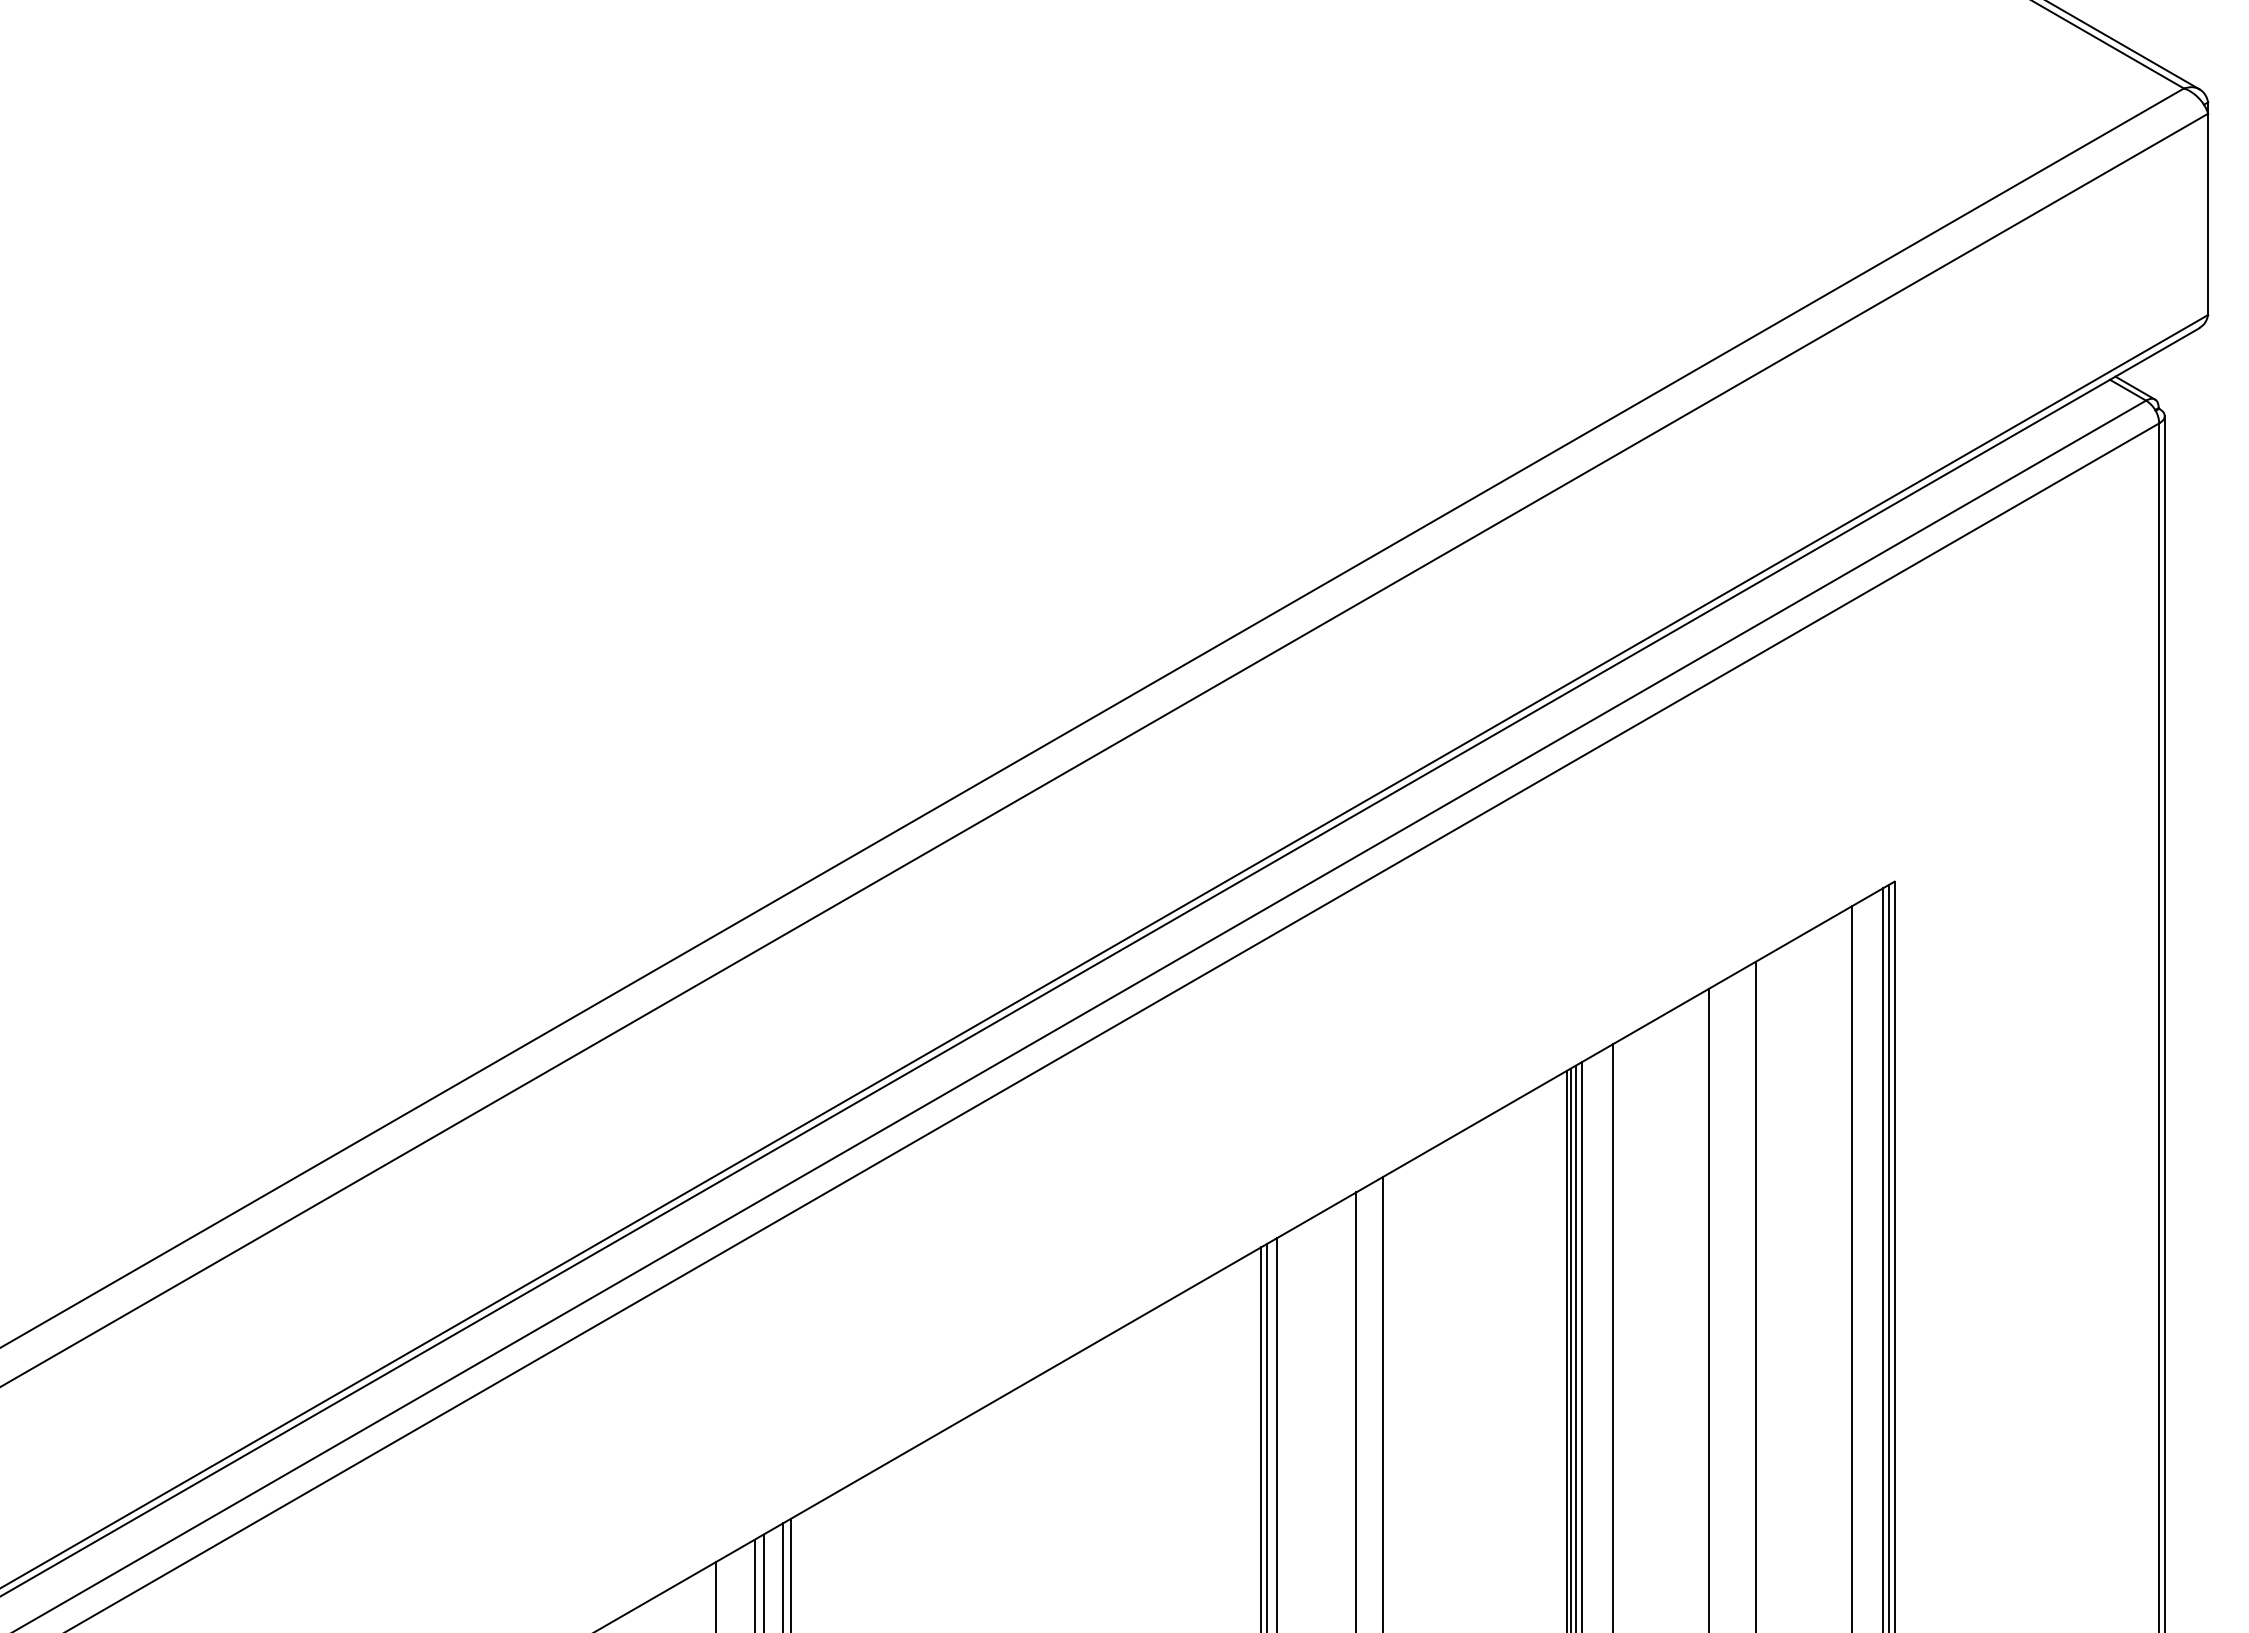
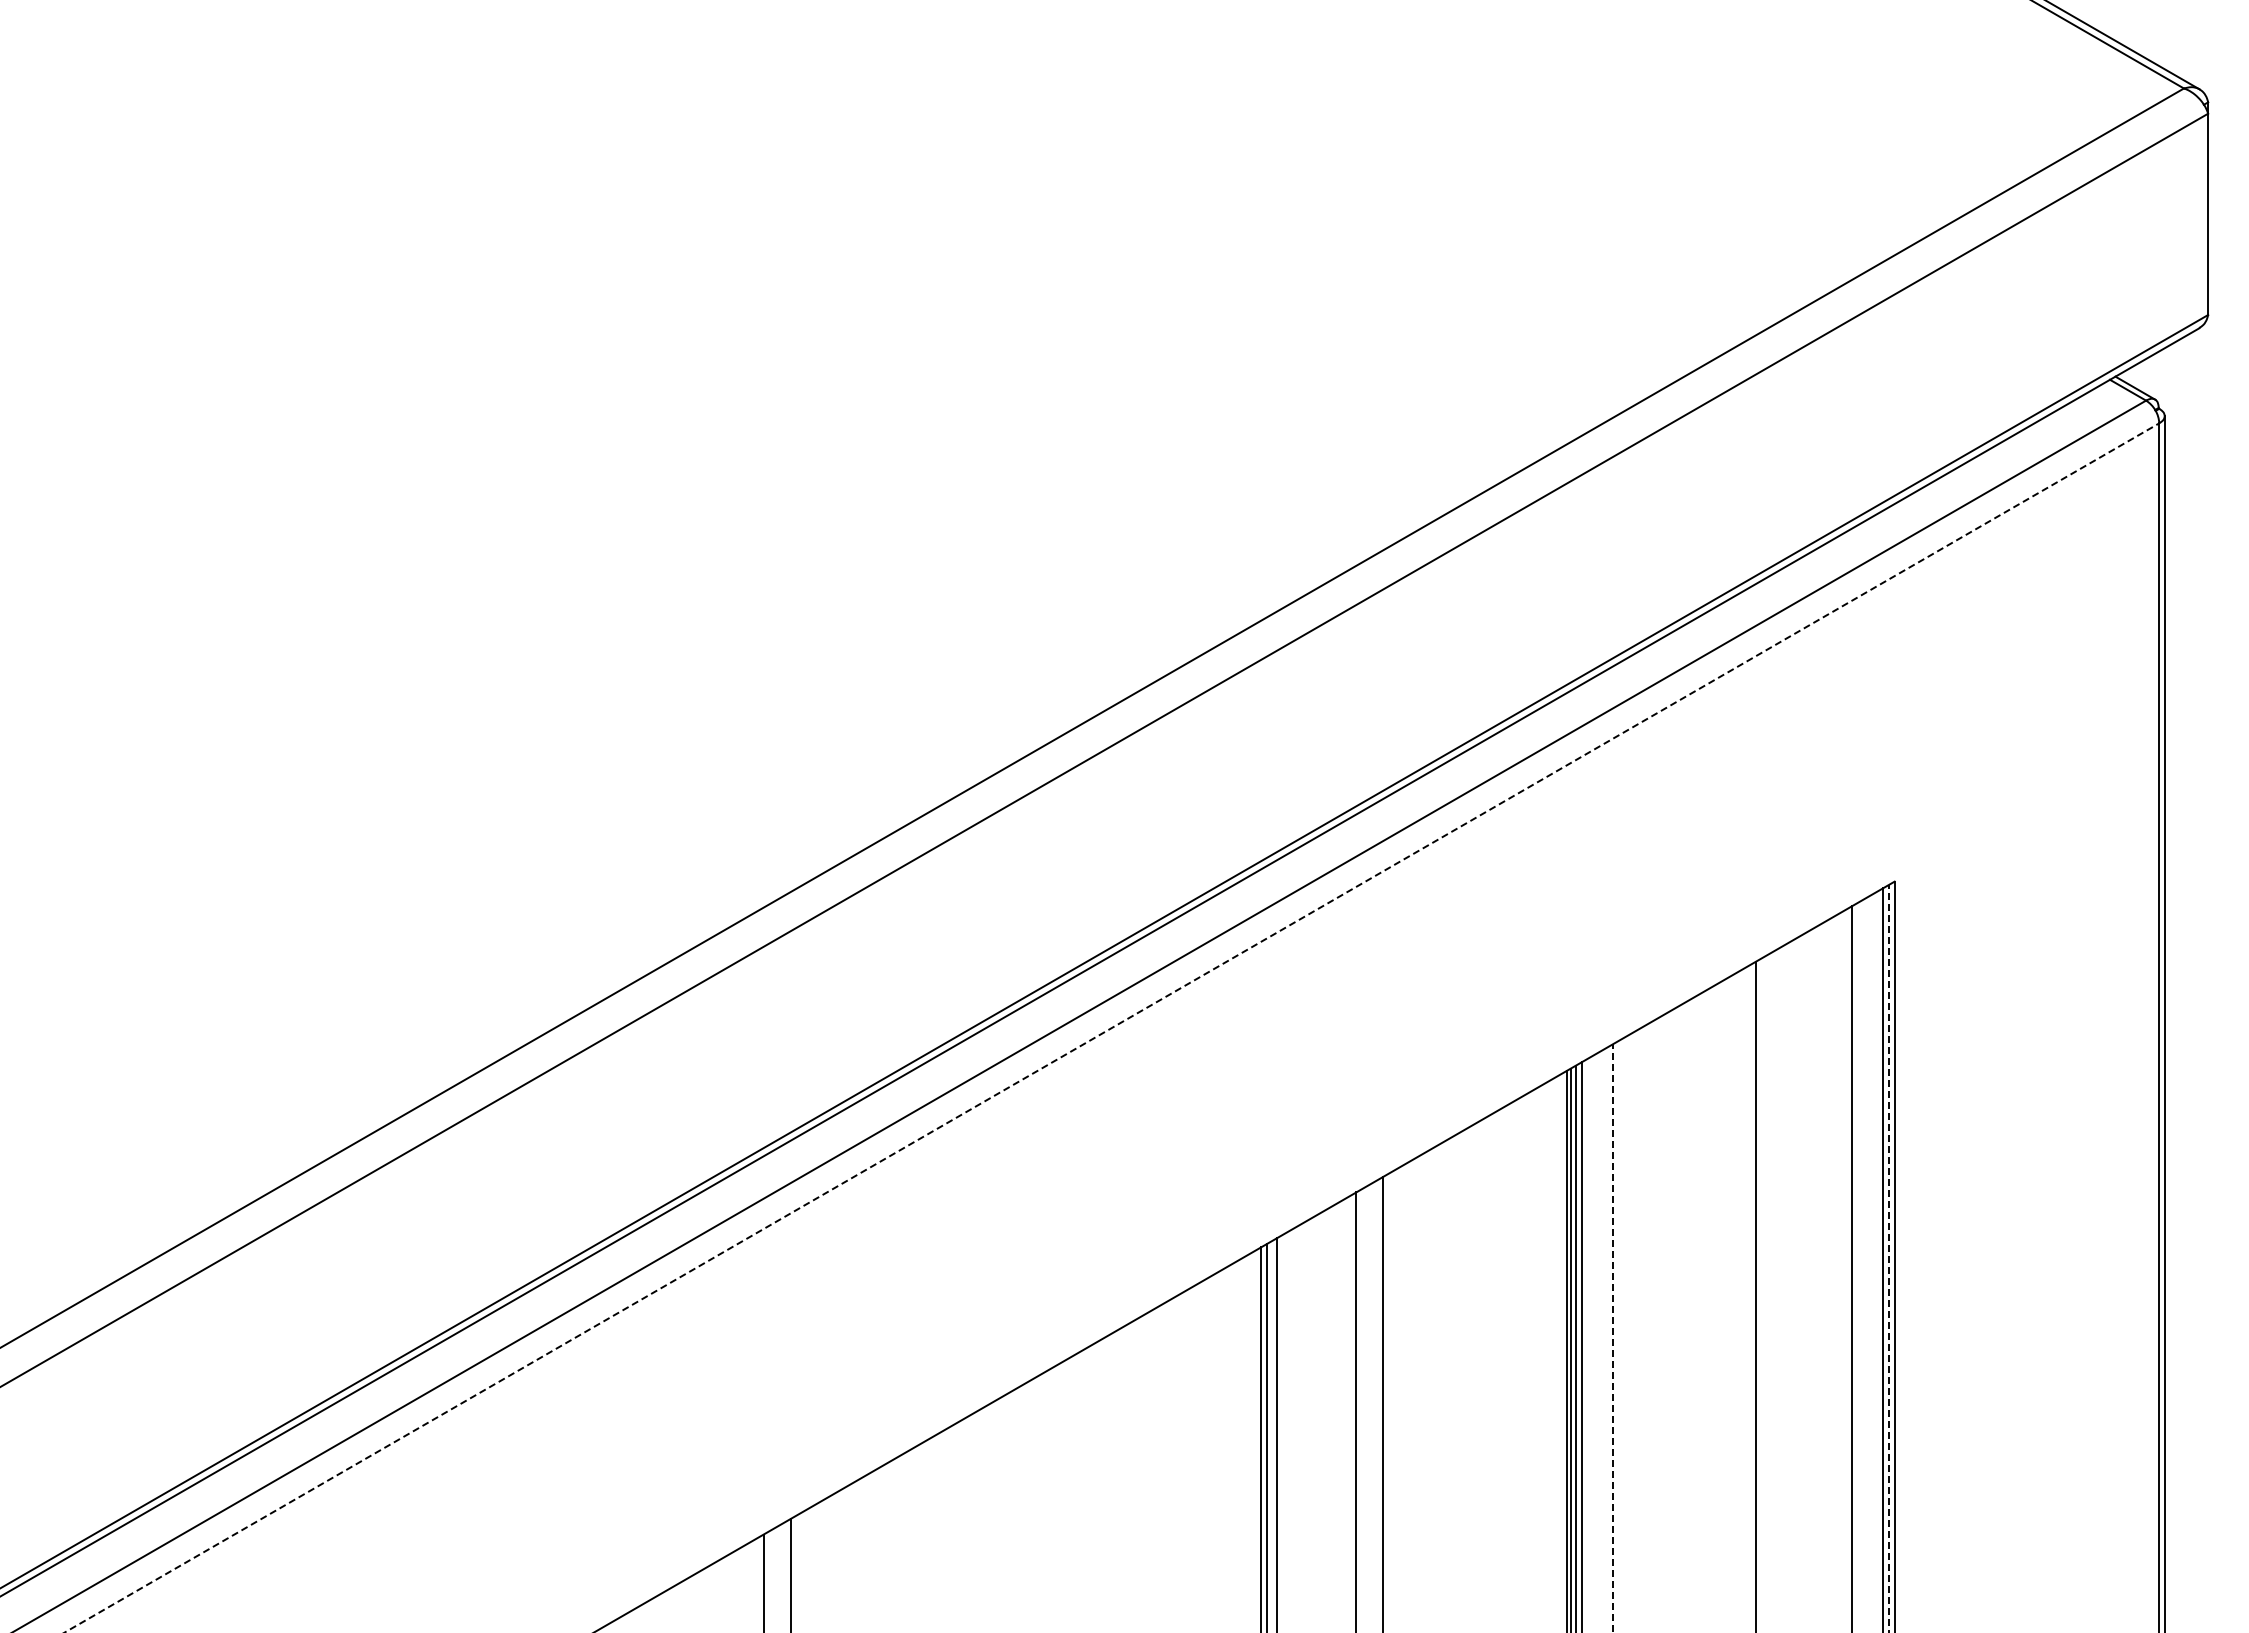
line at (1112, 1027): solid -> dashed
line at (1889, 1258): solid -> dashed
line at (1709, 1308): present -> none
line at (1613, 1338): solid -> dashed
line at (782, 1576): present -> none
line at (754, 1584): present -> none
line at (716, 1595): present -> none
